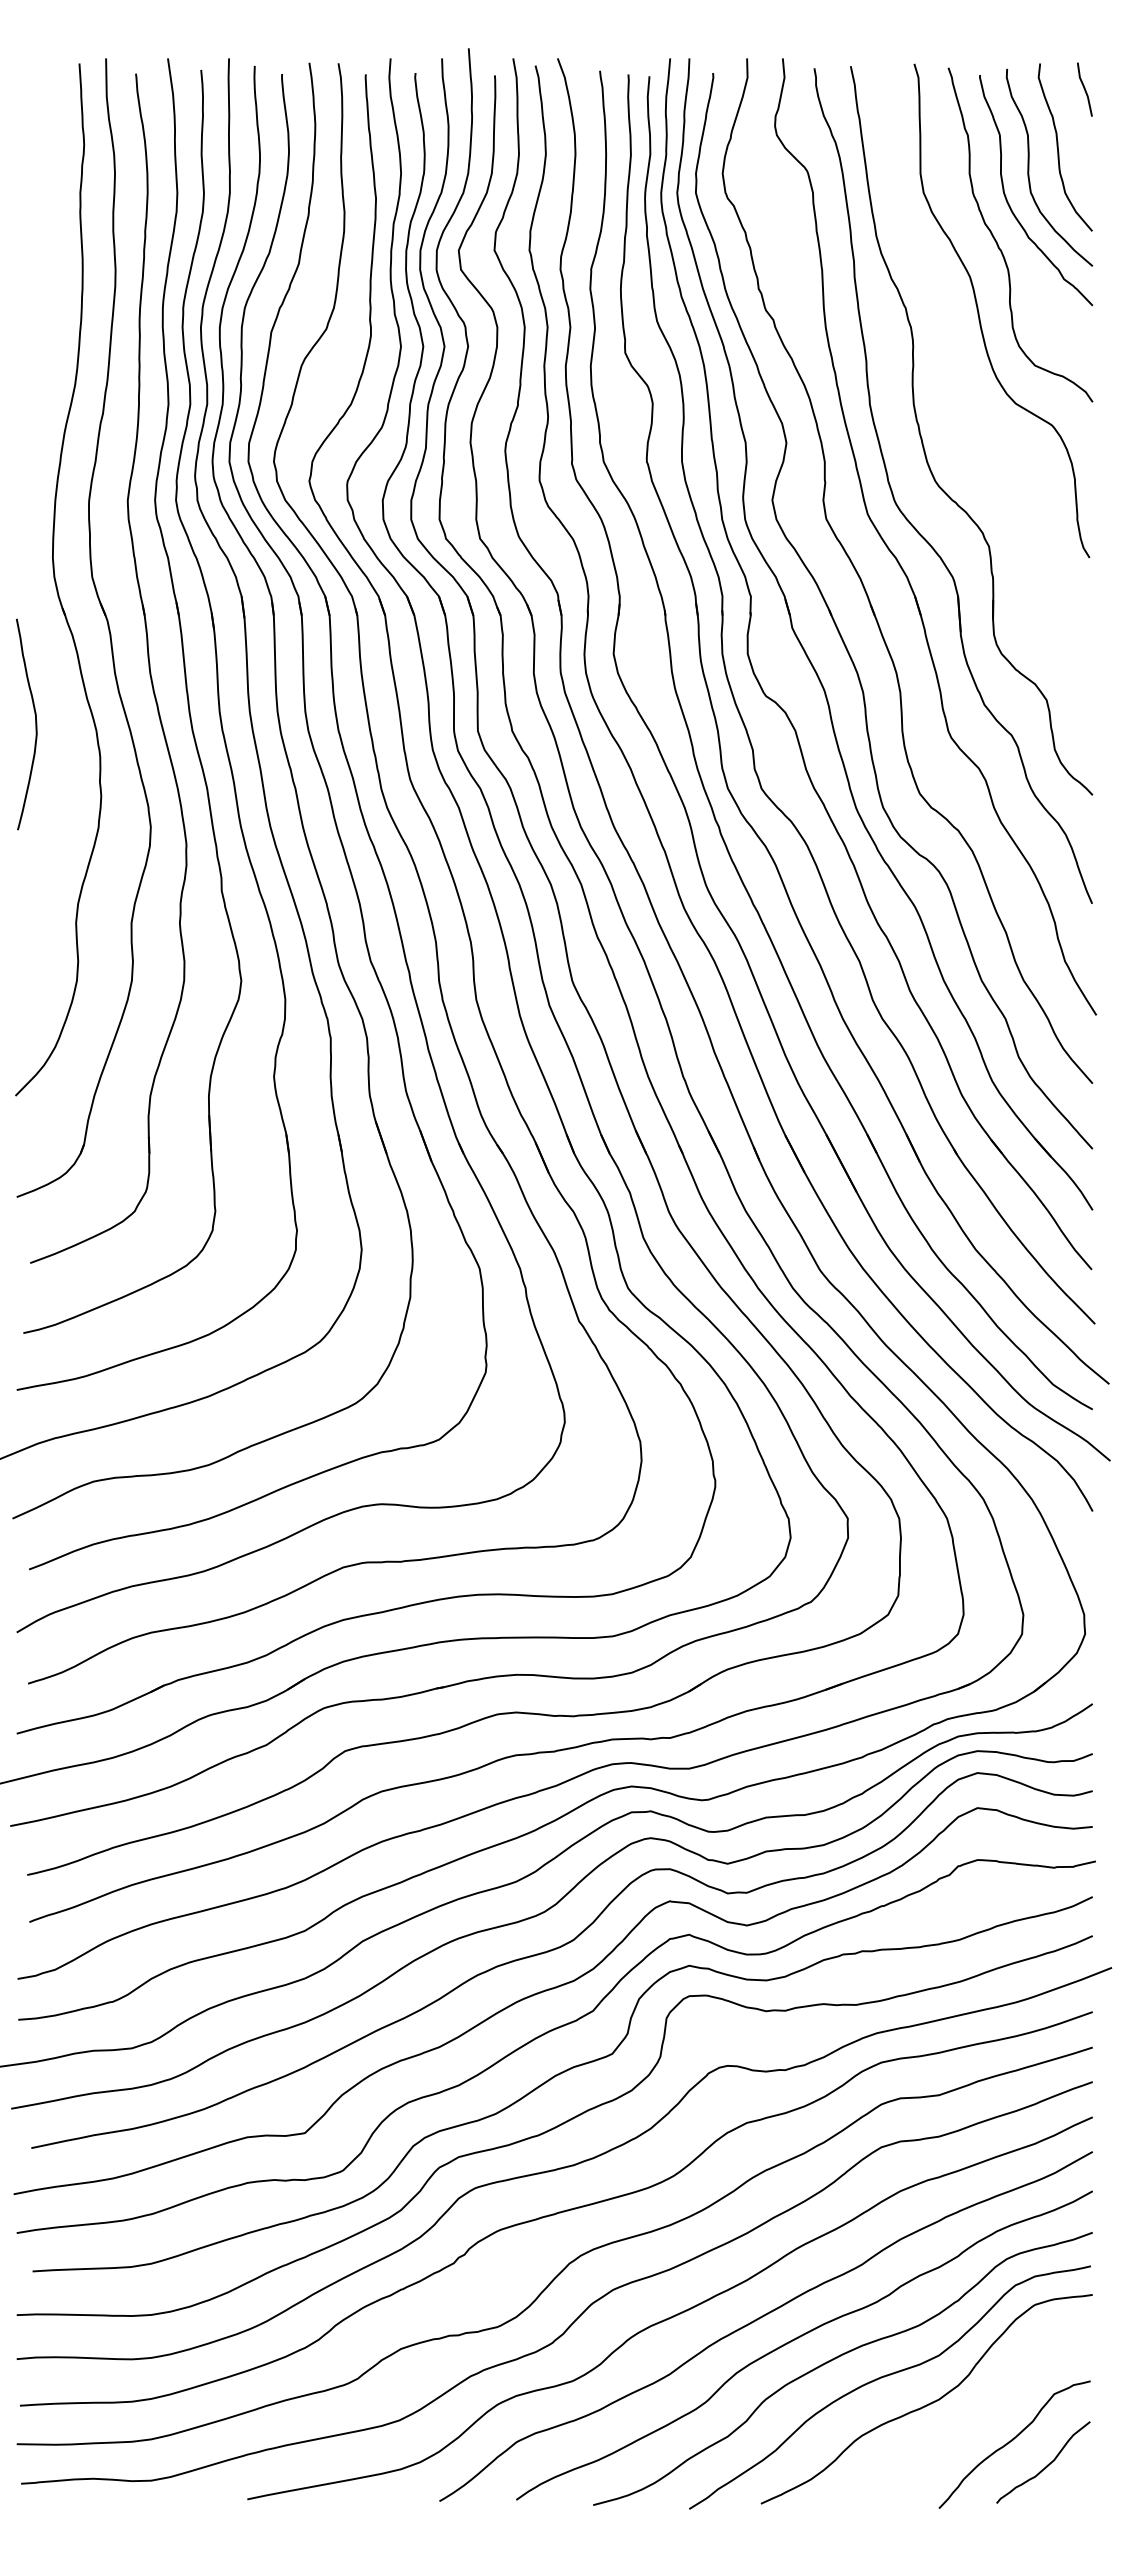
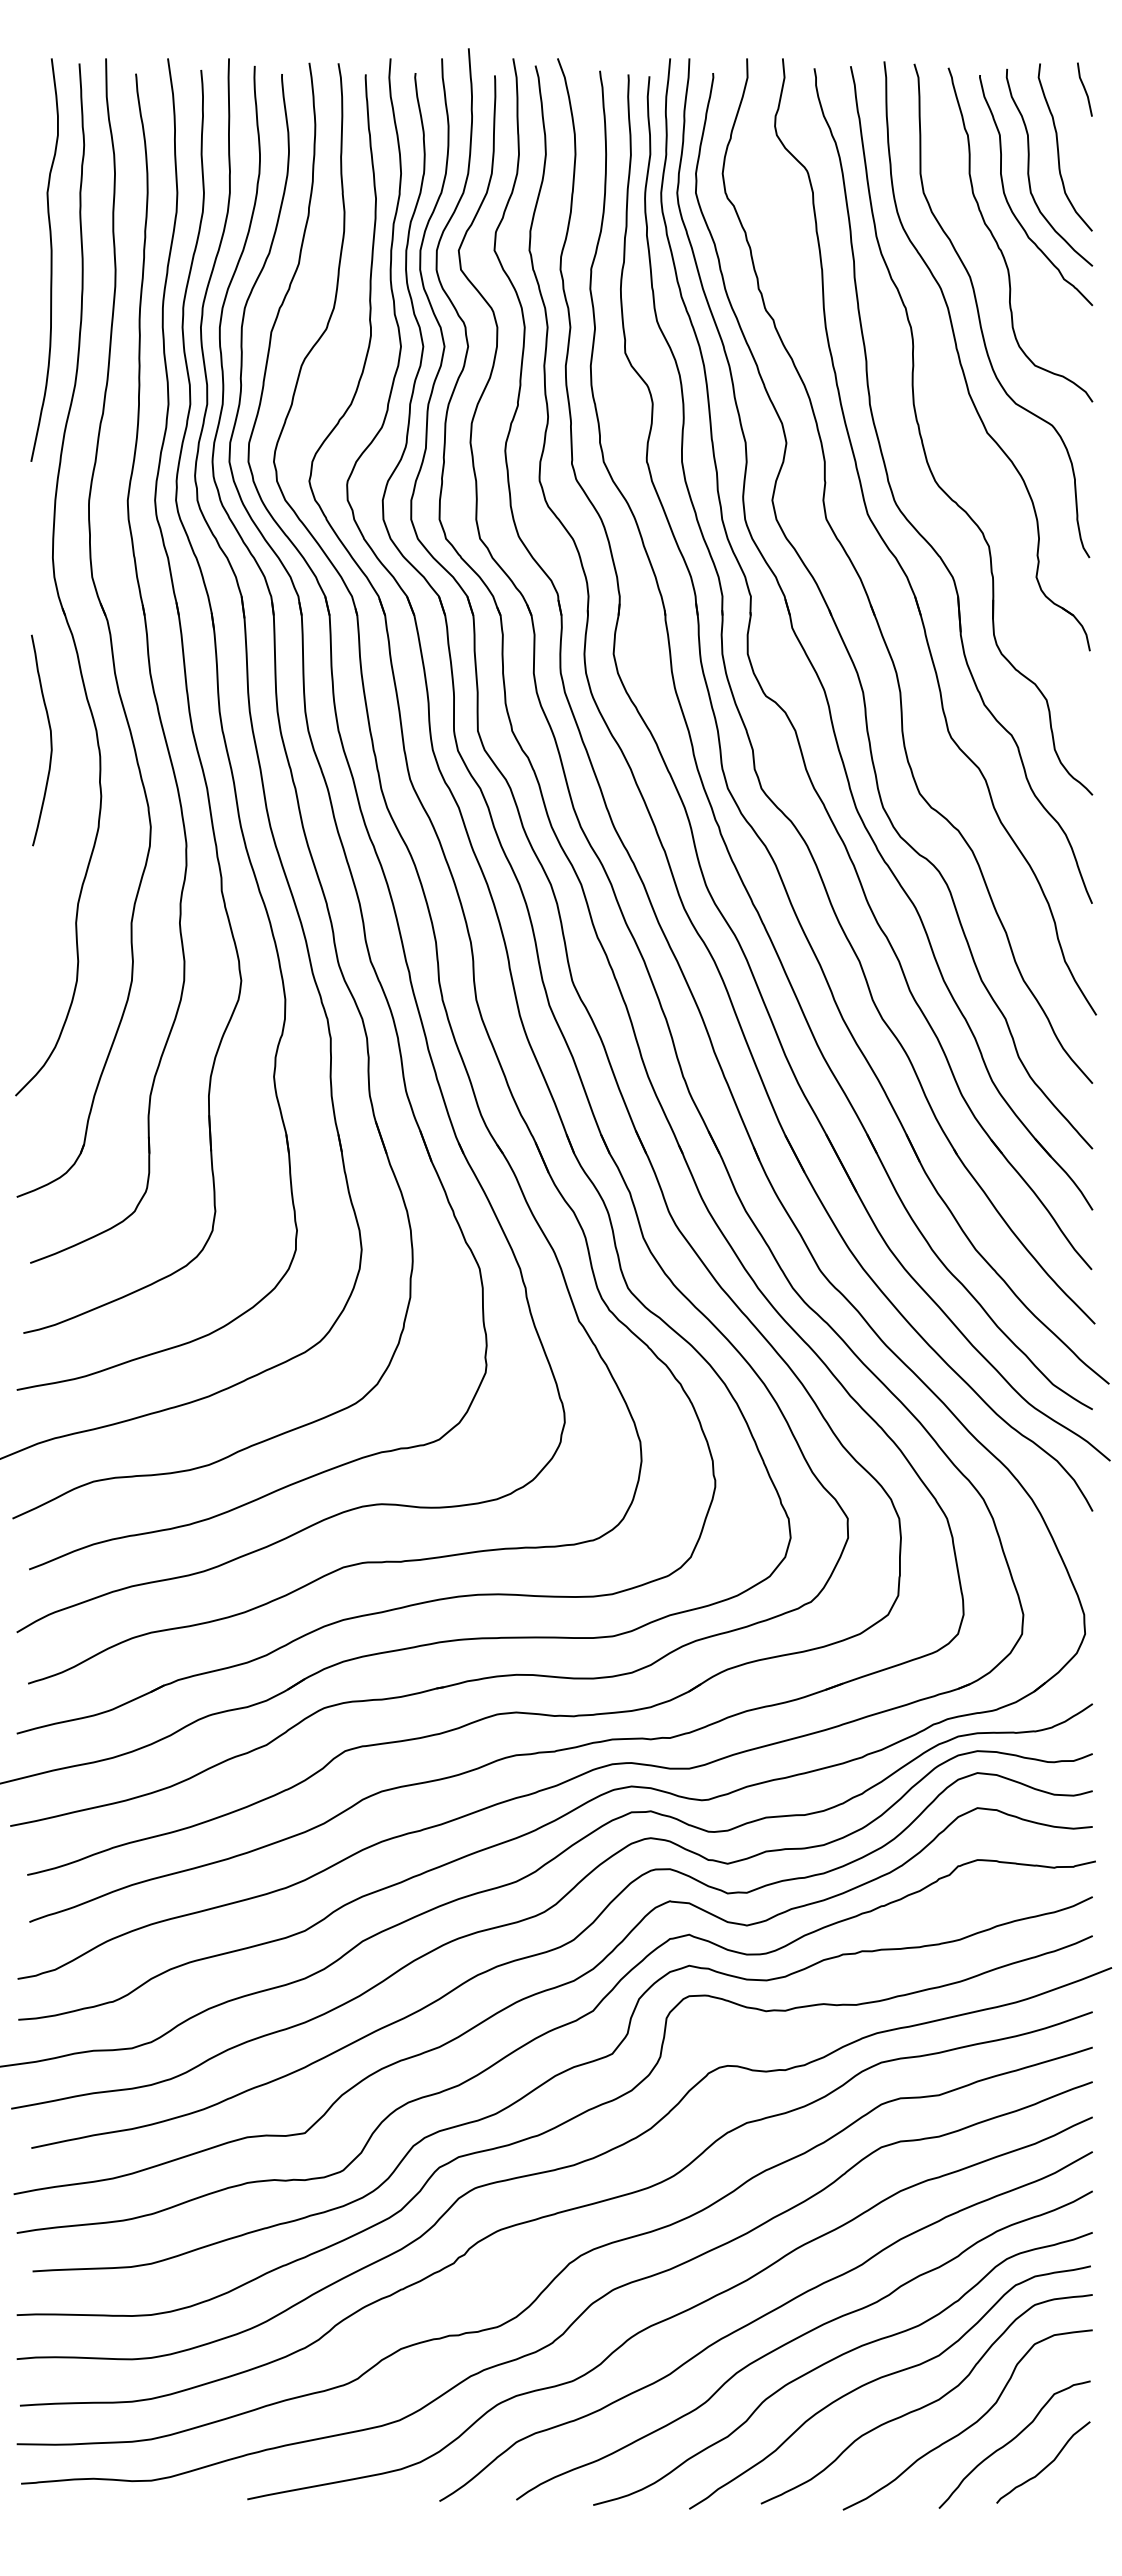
curve at (50, 259): none -> present
part at (962, 365): none -> present
curve at (35, 724) position: (35, 724) -> (50, 740)
curve at (969, 2425): none -> present
